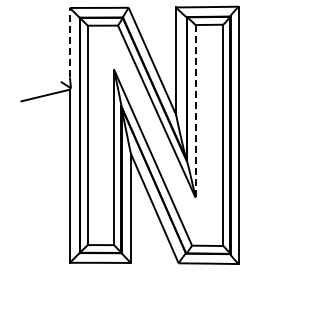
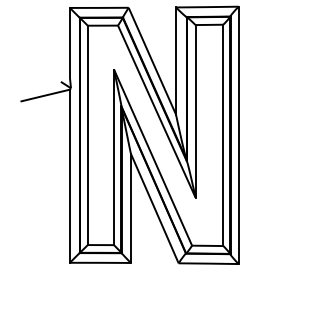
line at (69, 42): dashed -> solid
line at (195, 111): dashed -> solid
